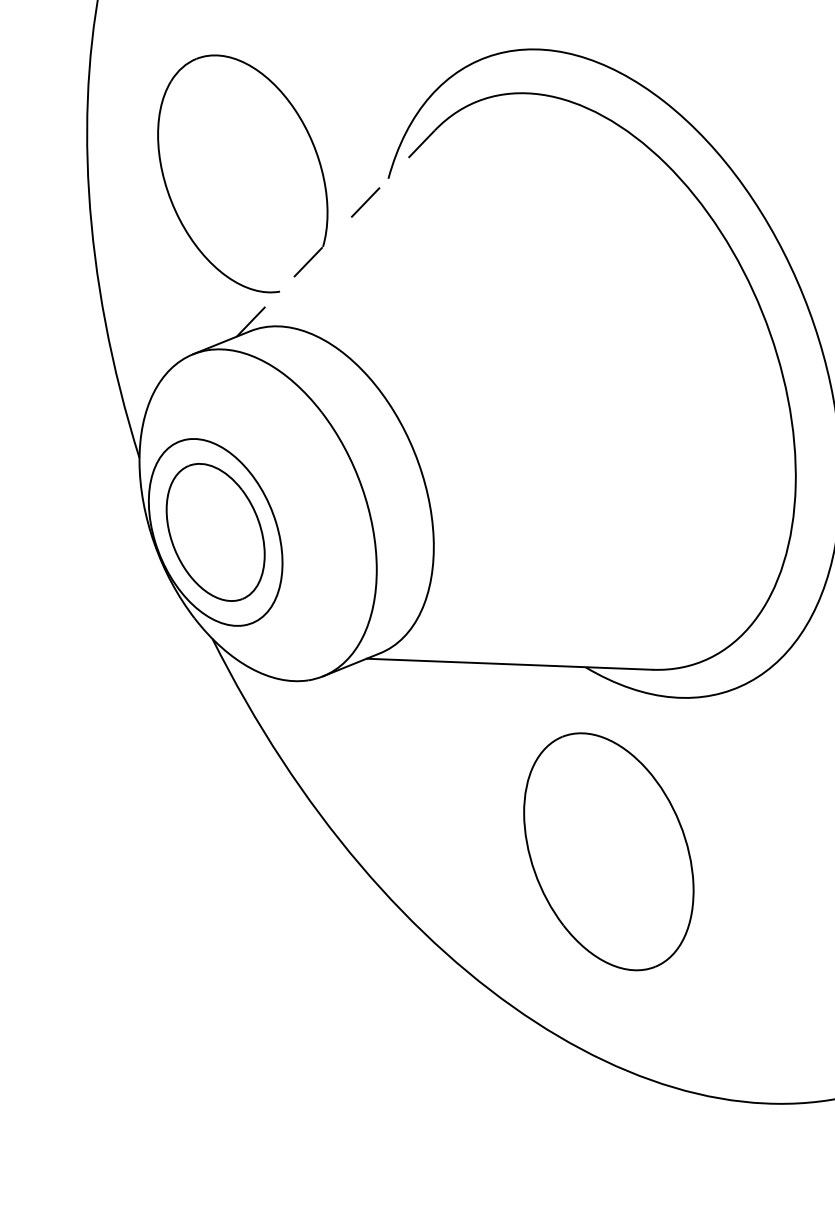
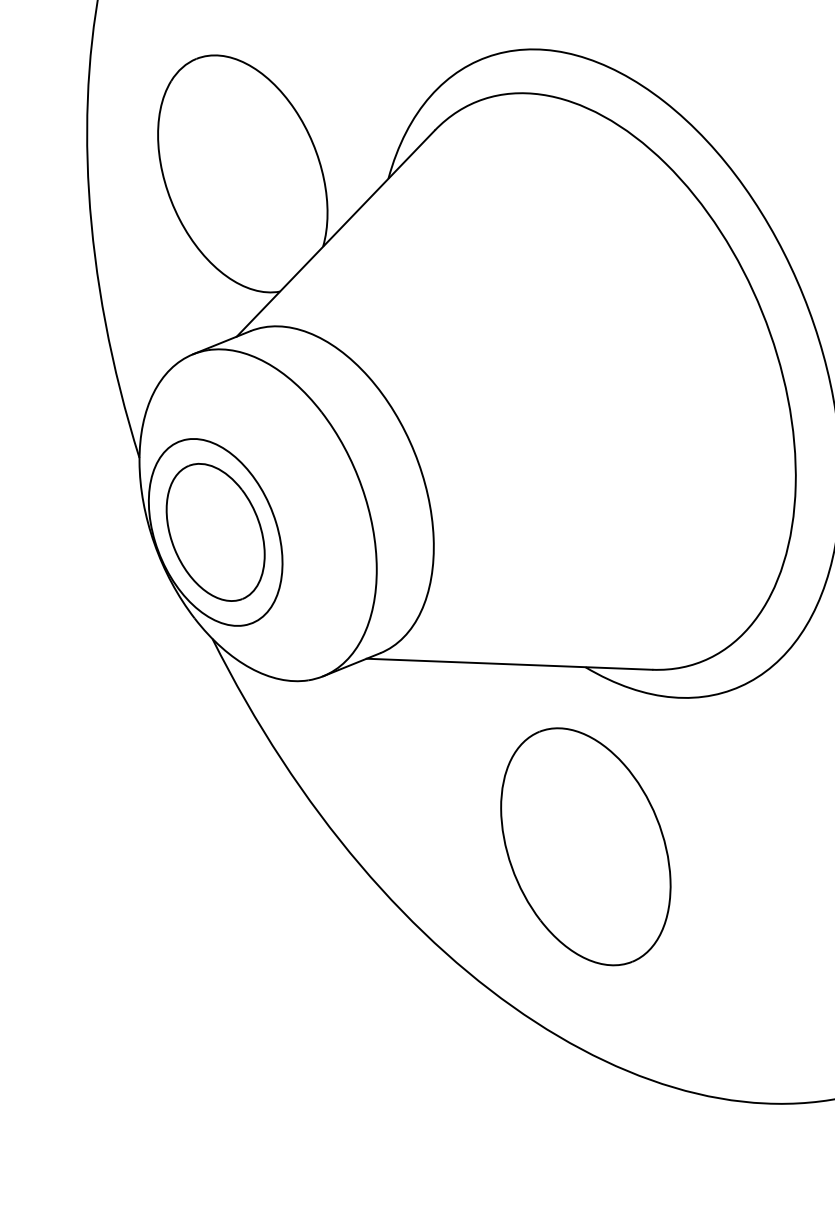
line at (335, 233): dashed -> solid
part at (608, 851) position: (608, 851) -> (585, 846)
